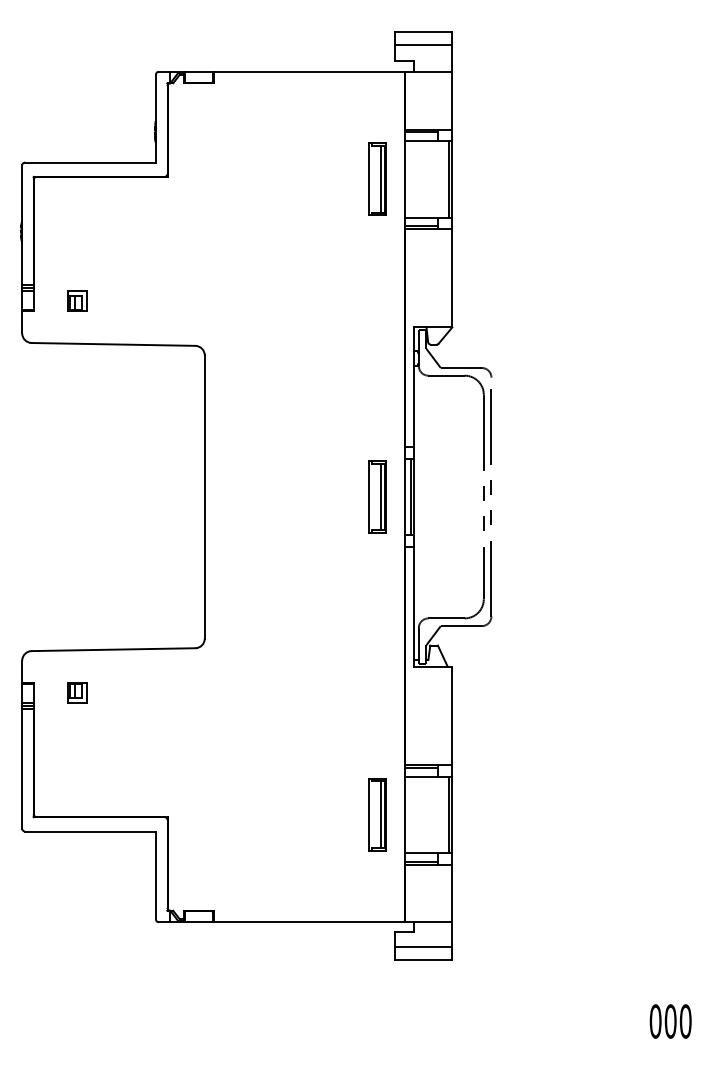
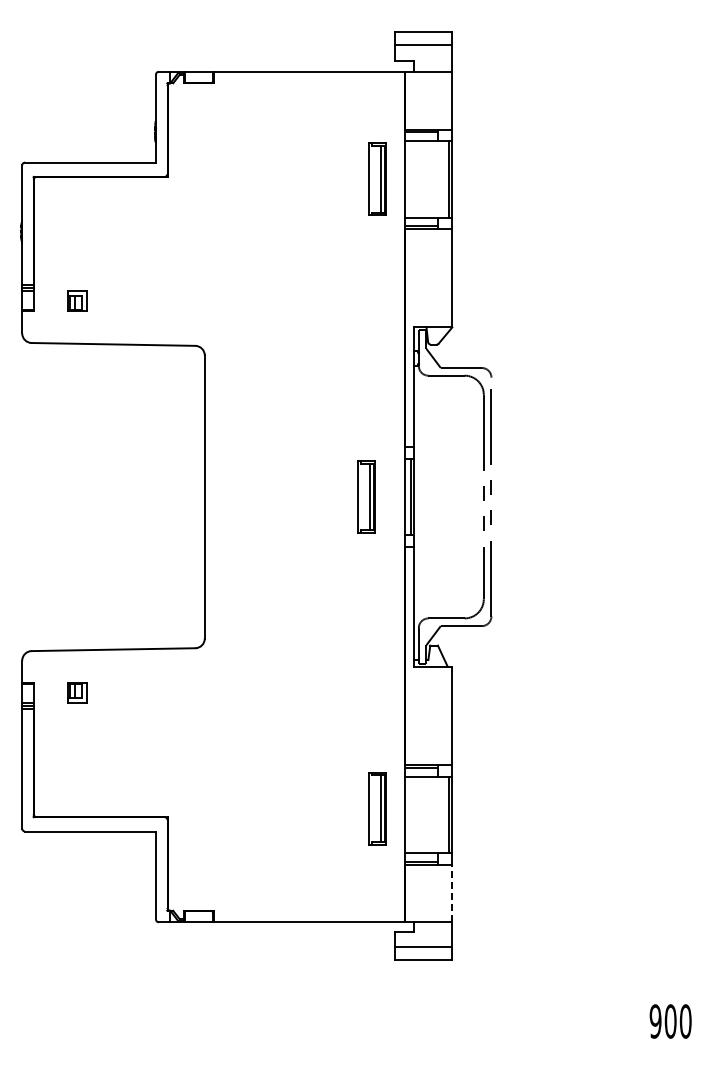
part at (377, 496) position: (377, 496) -> (366, 496)
part at (377, 814) position: (377, 814) -> (377, 808)
line at (452, 893): solid -> dashed
text at (655, 1021): 000 -> 900
